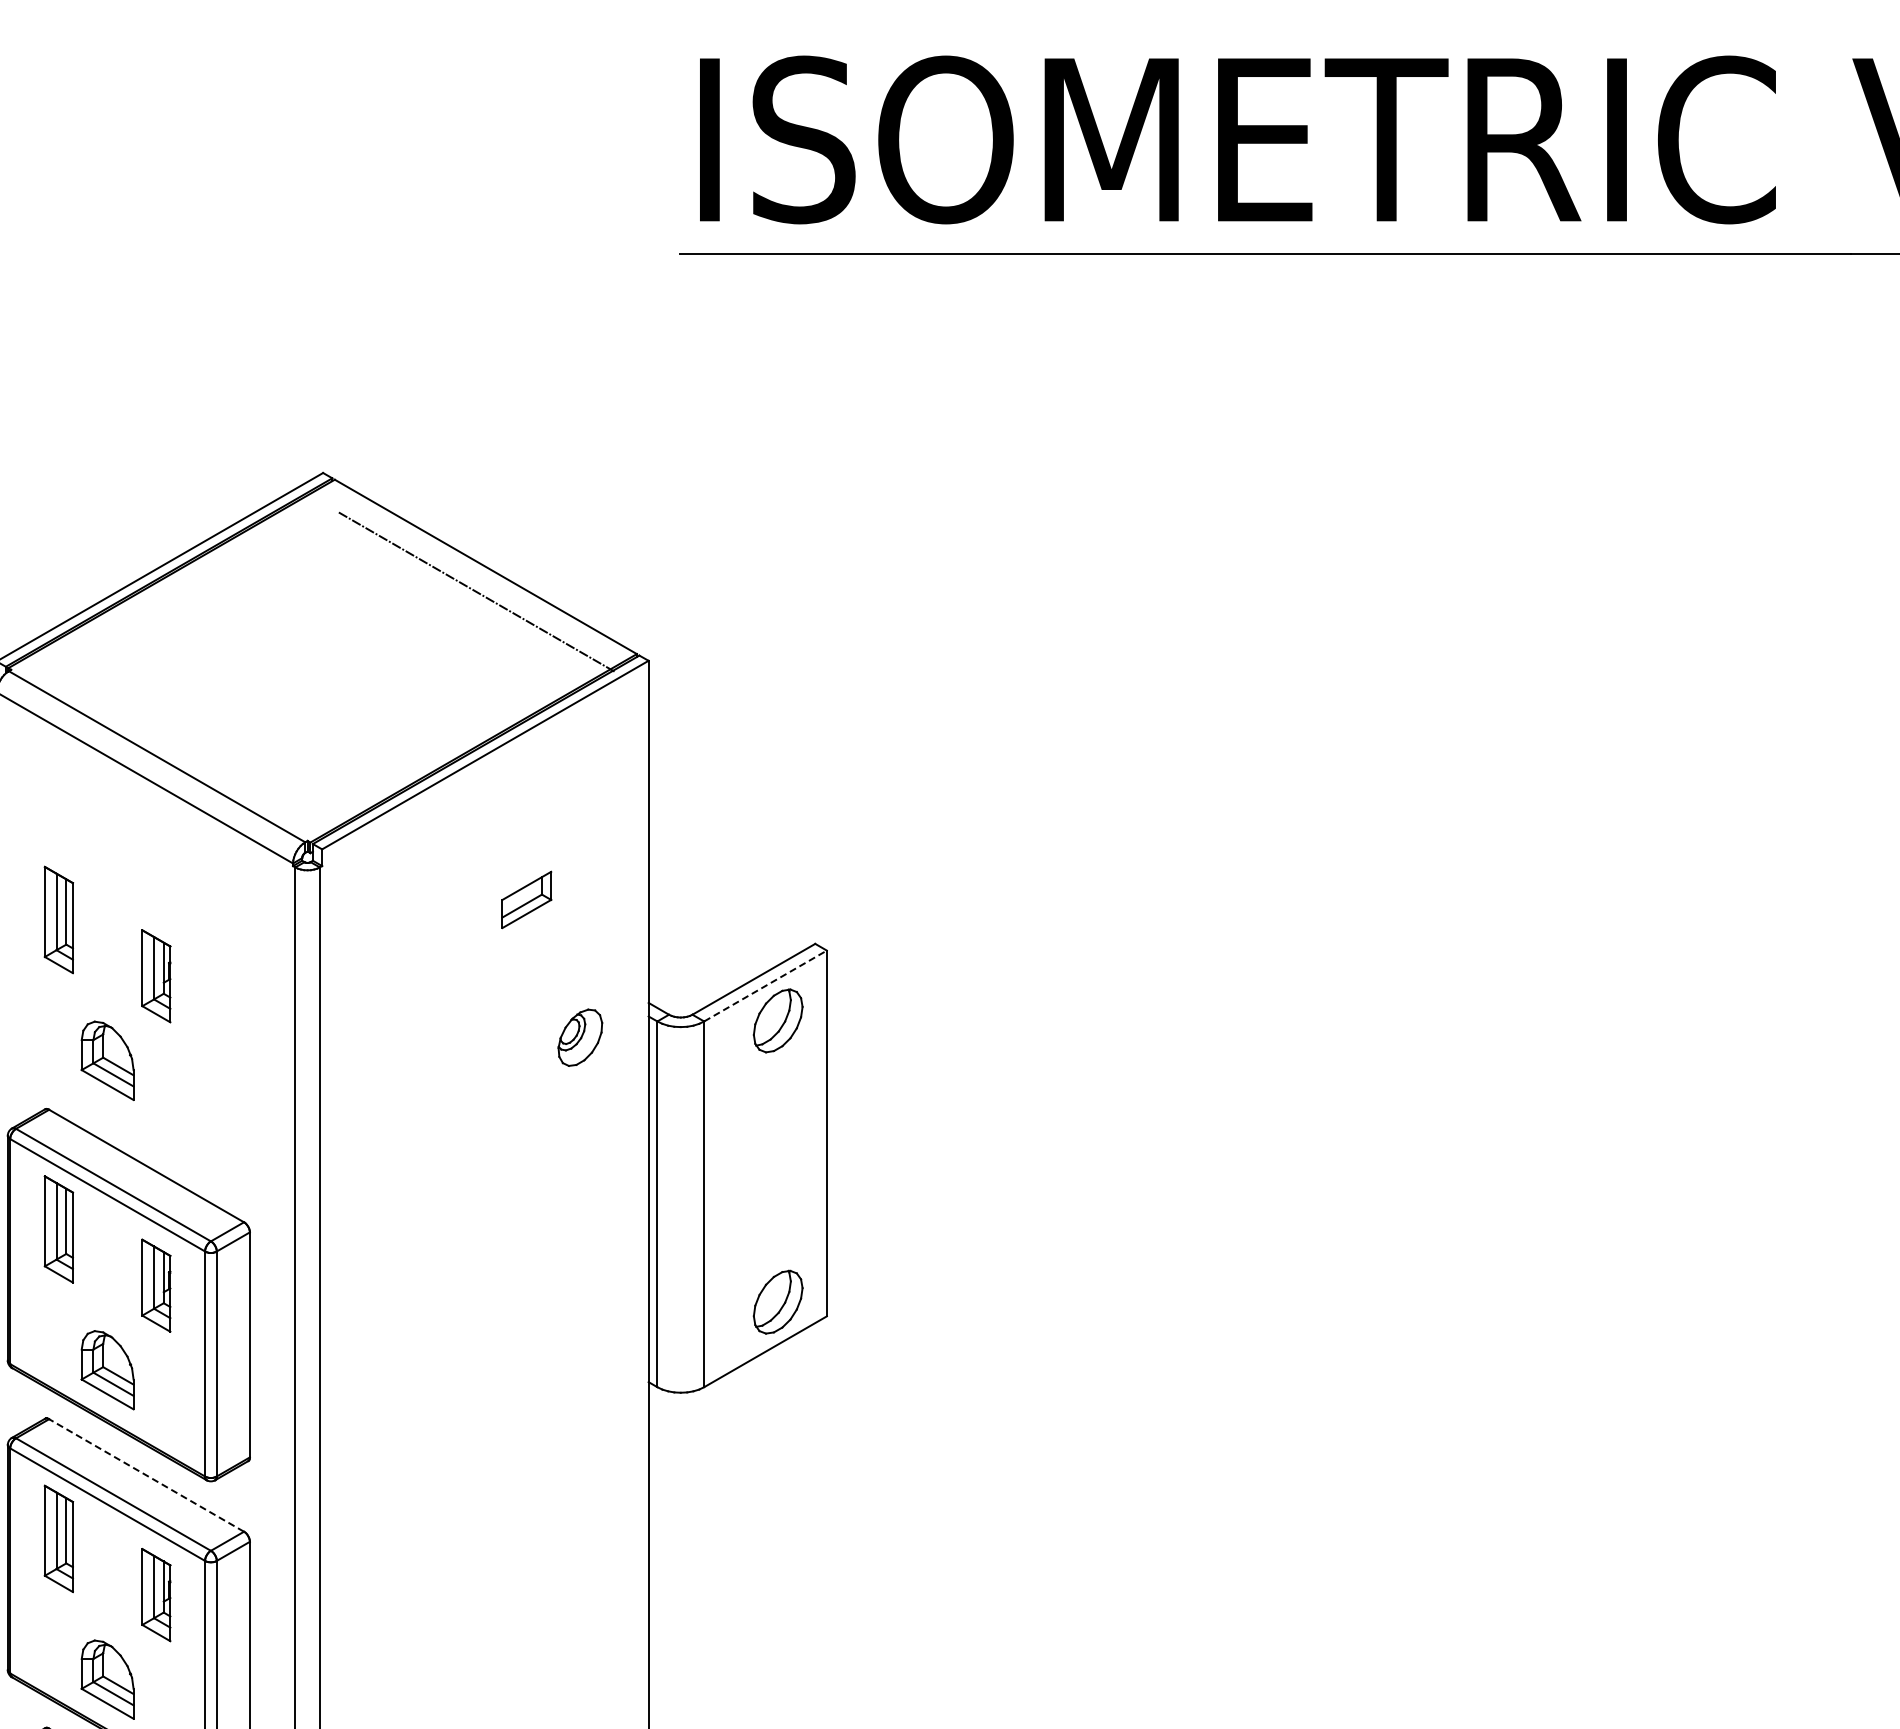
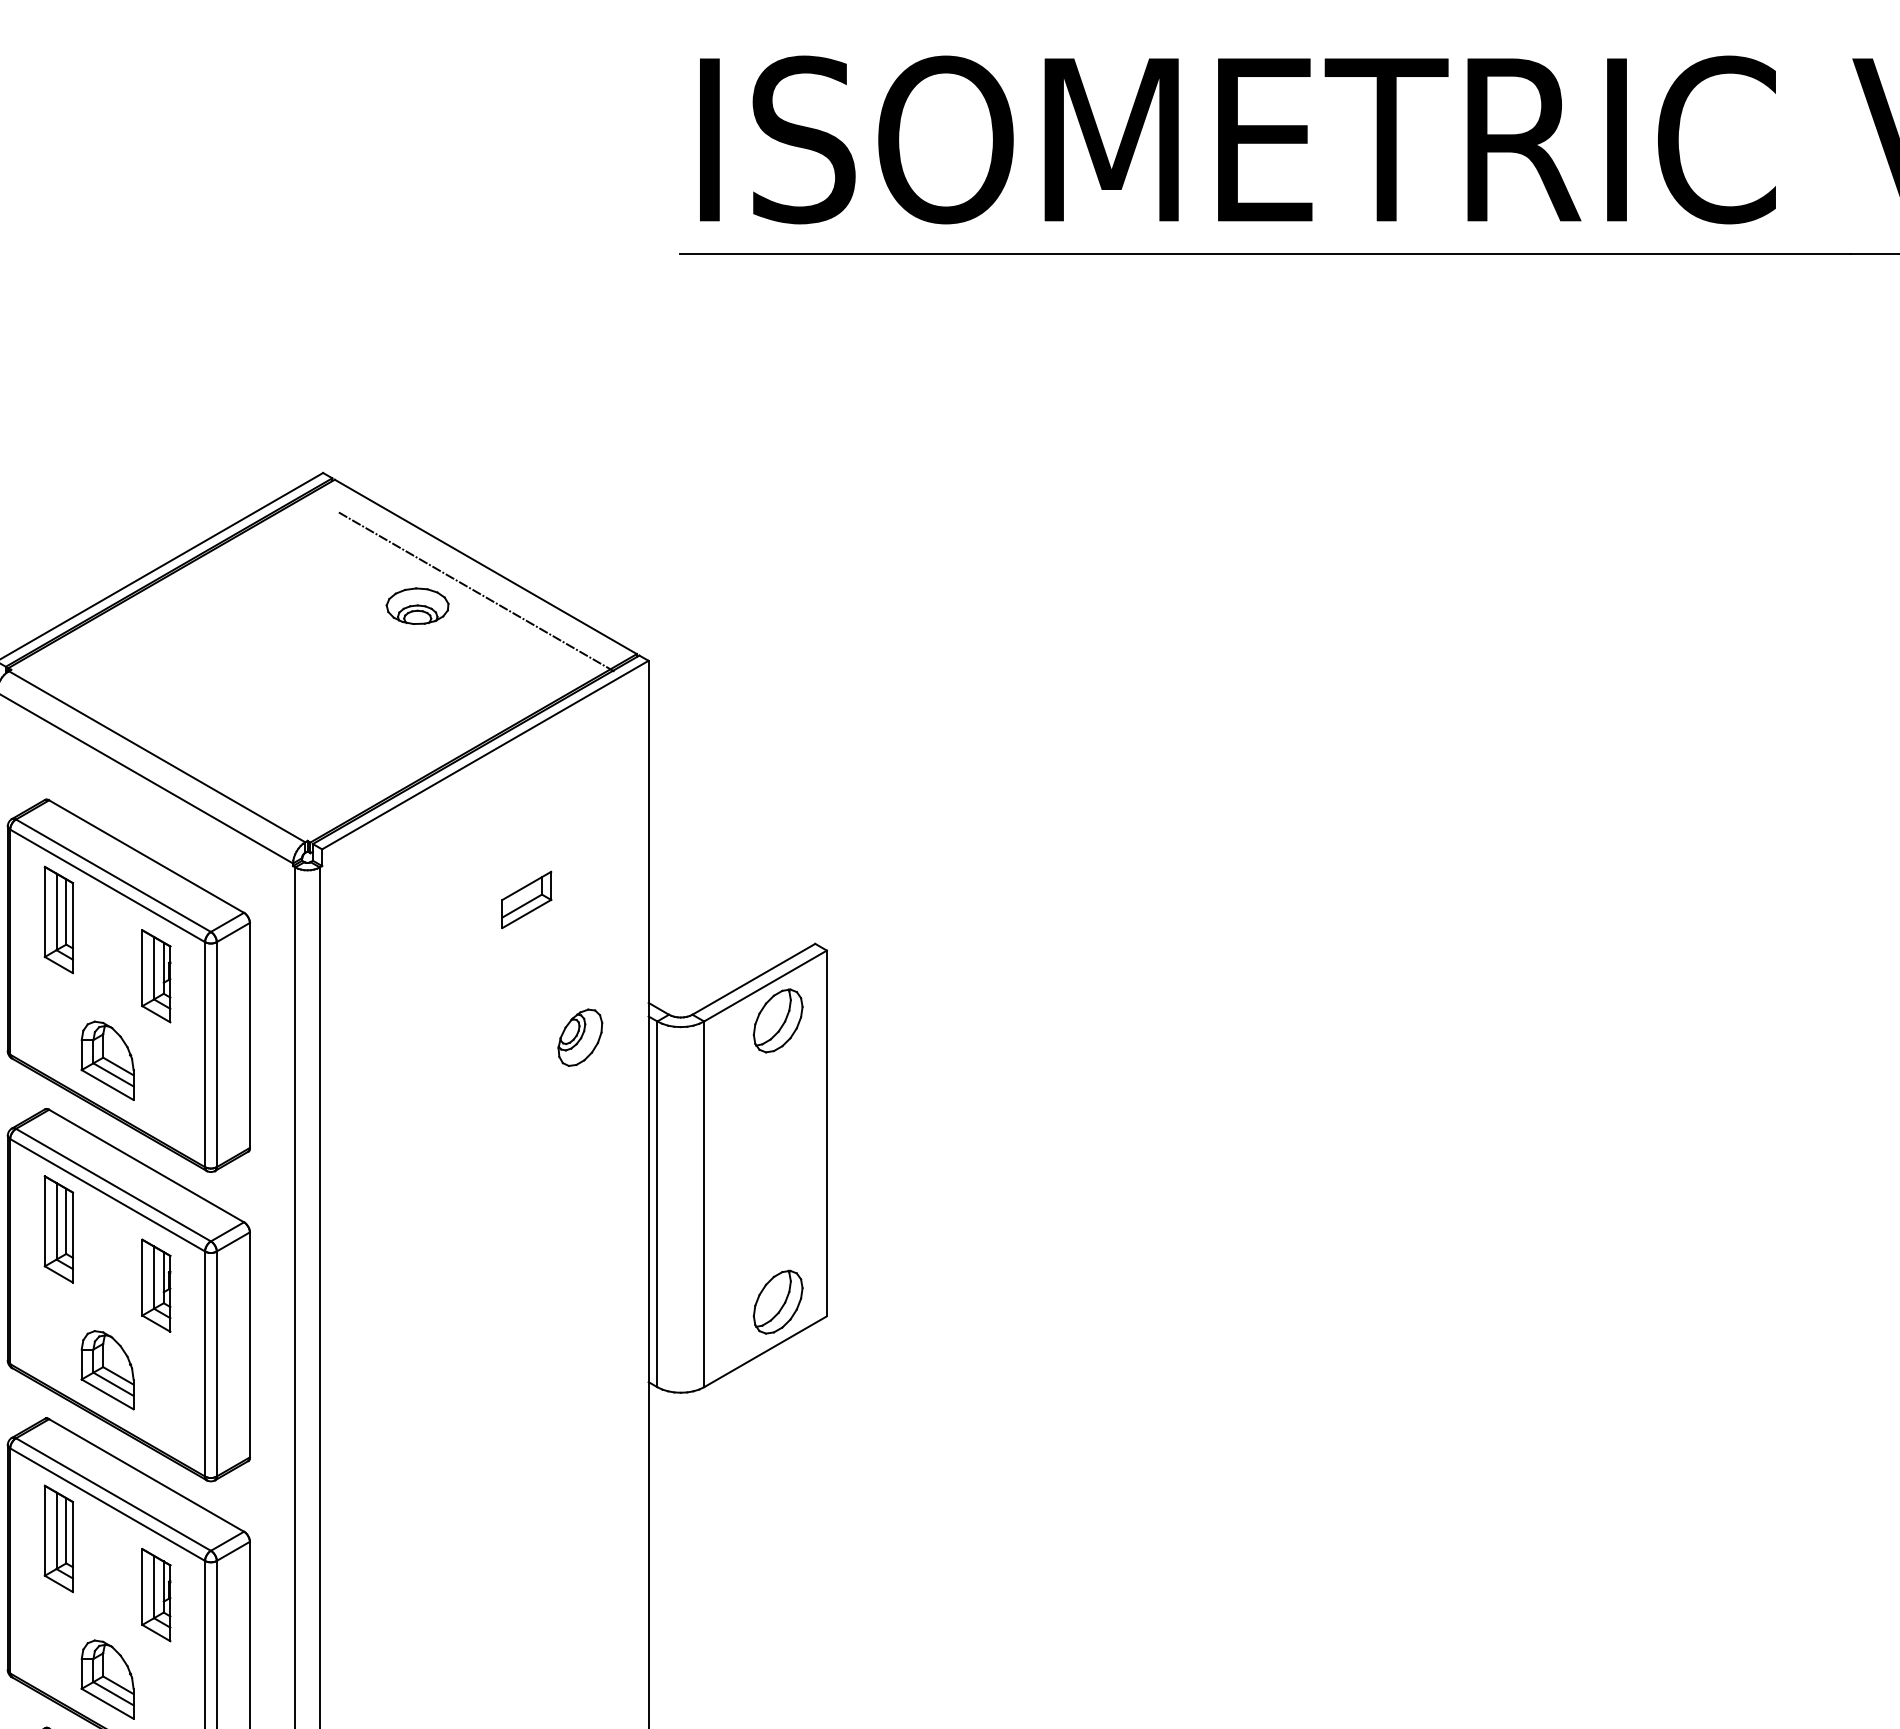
part at (417, 605): none -> present
part at (128, 985): none -> present
line at (765, 986): dashed -> solid
line at (146, 1475): dashed -> solid
